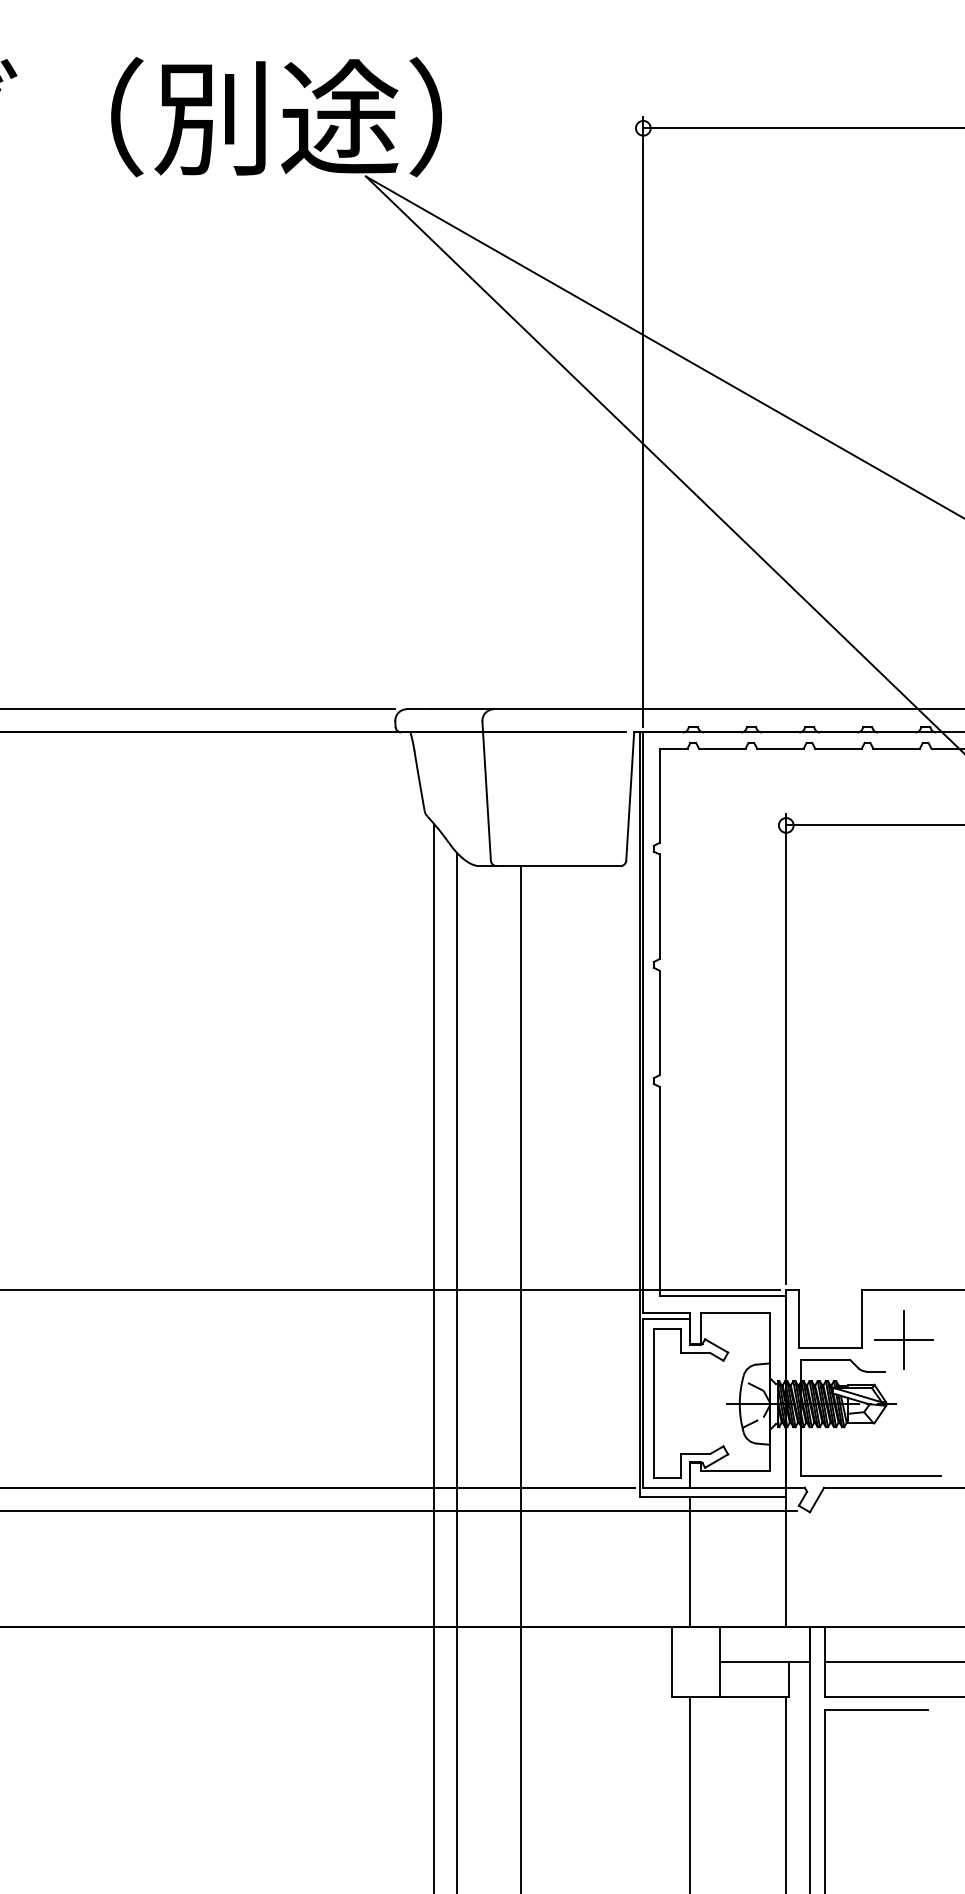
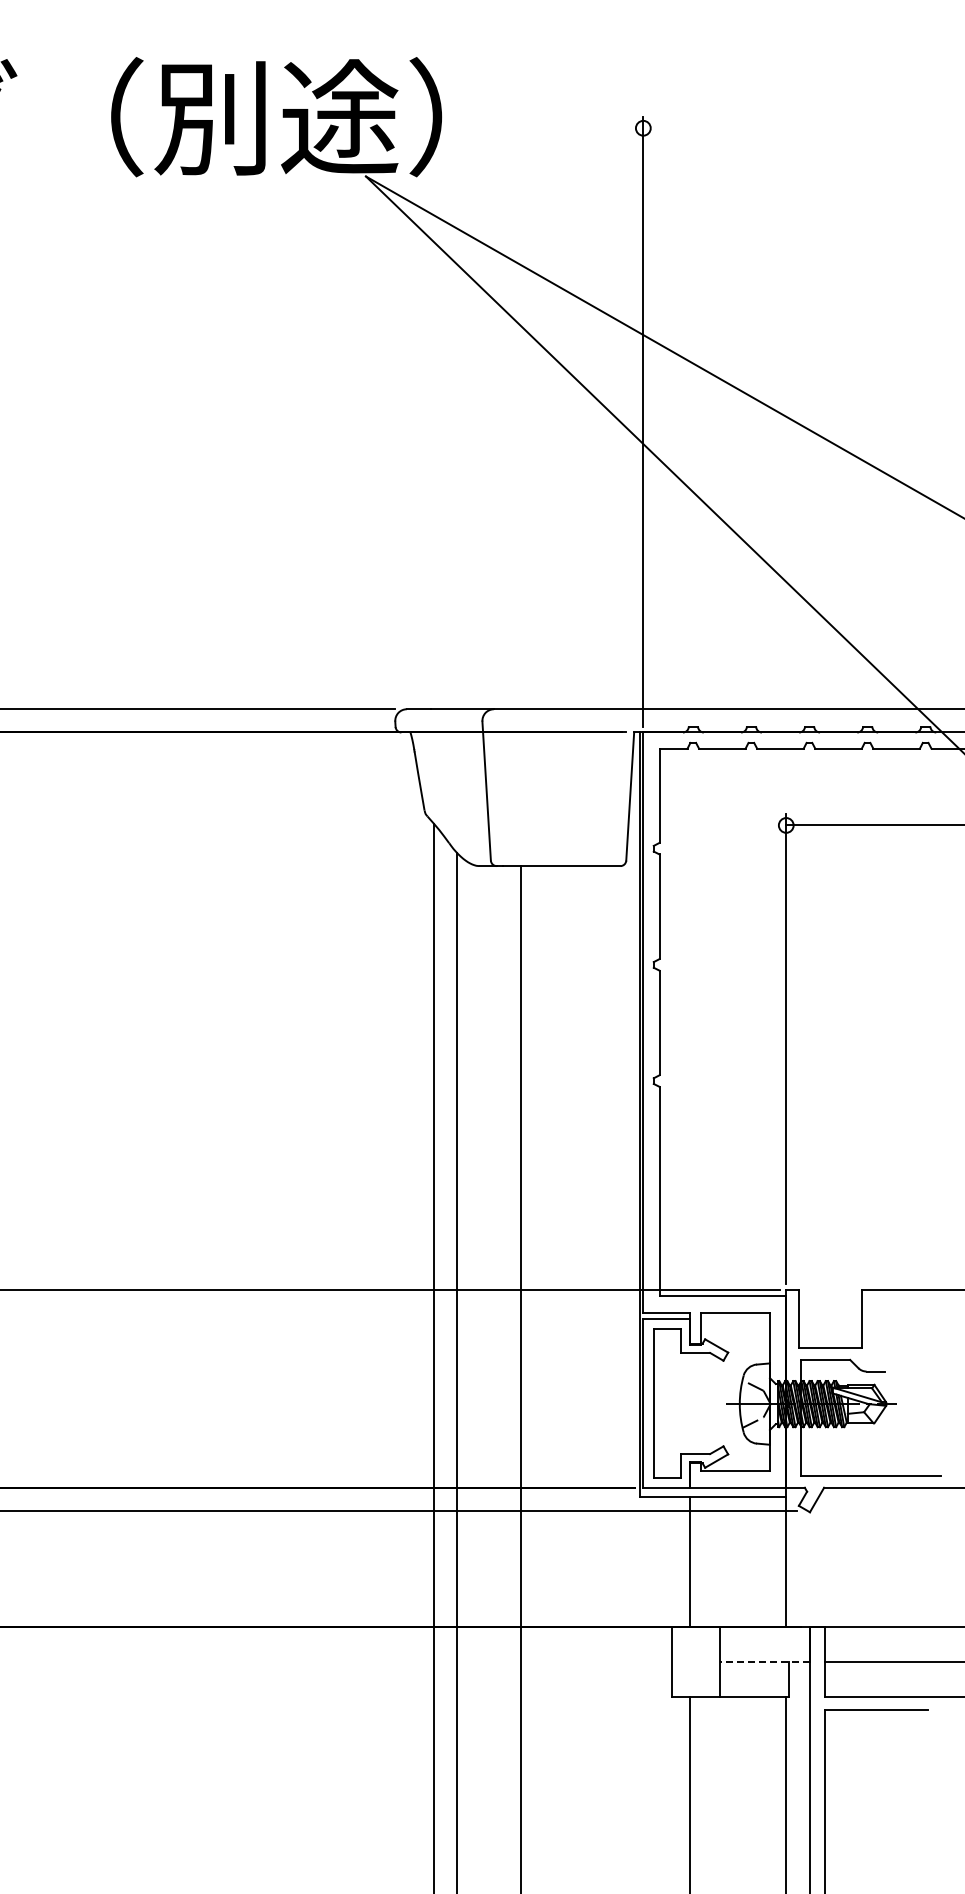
line at (802, 128): present -> none
part at (903, 1339): present -> none
line at (764, 1662): solid -> dashed
